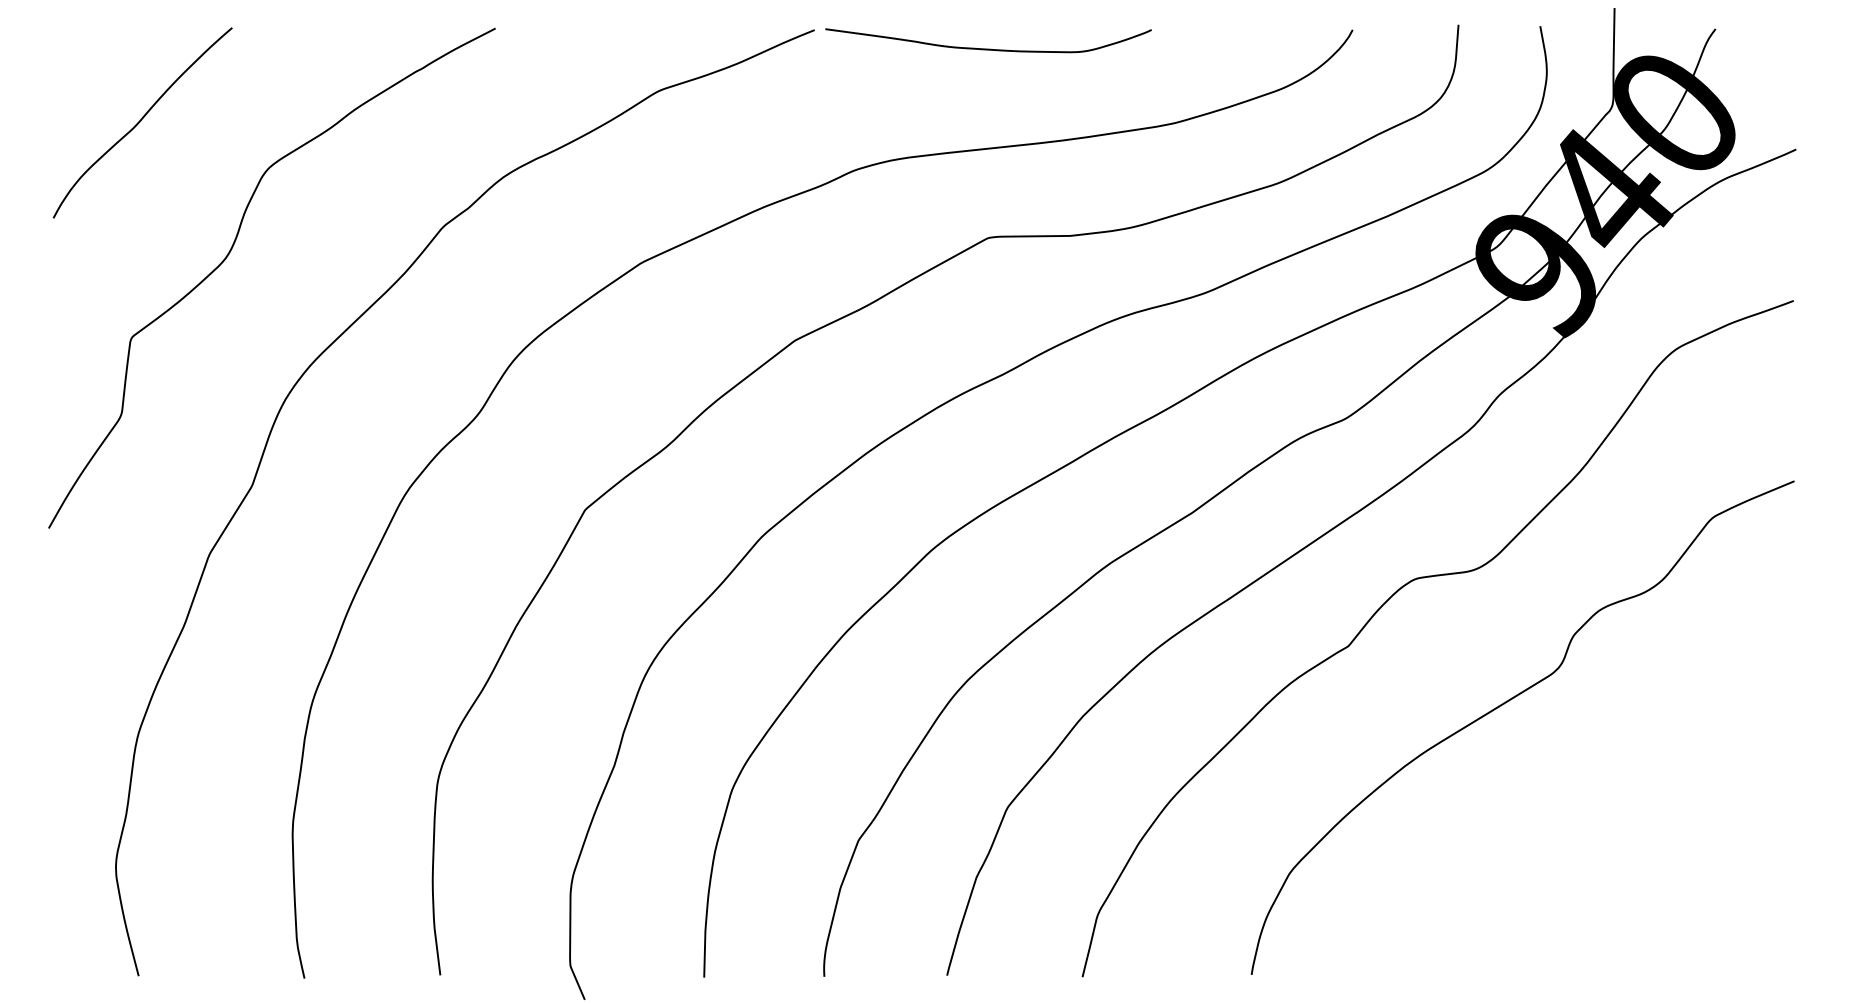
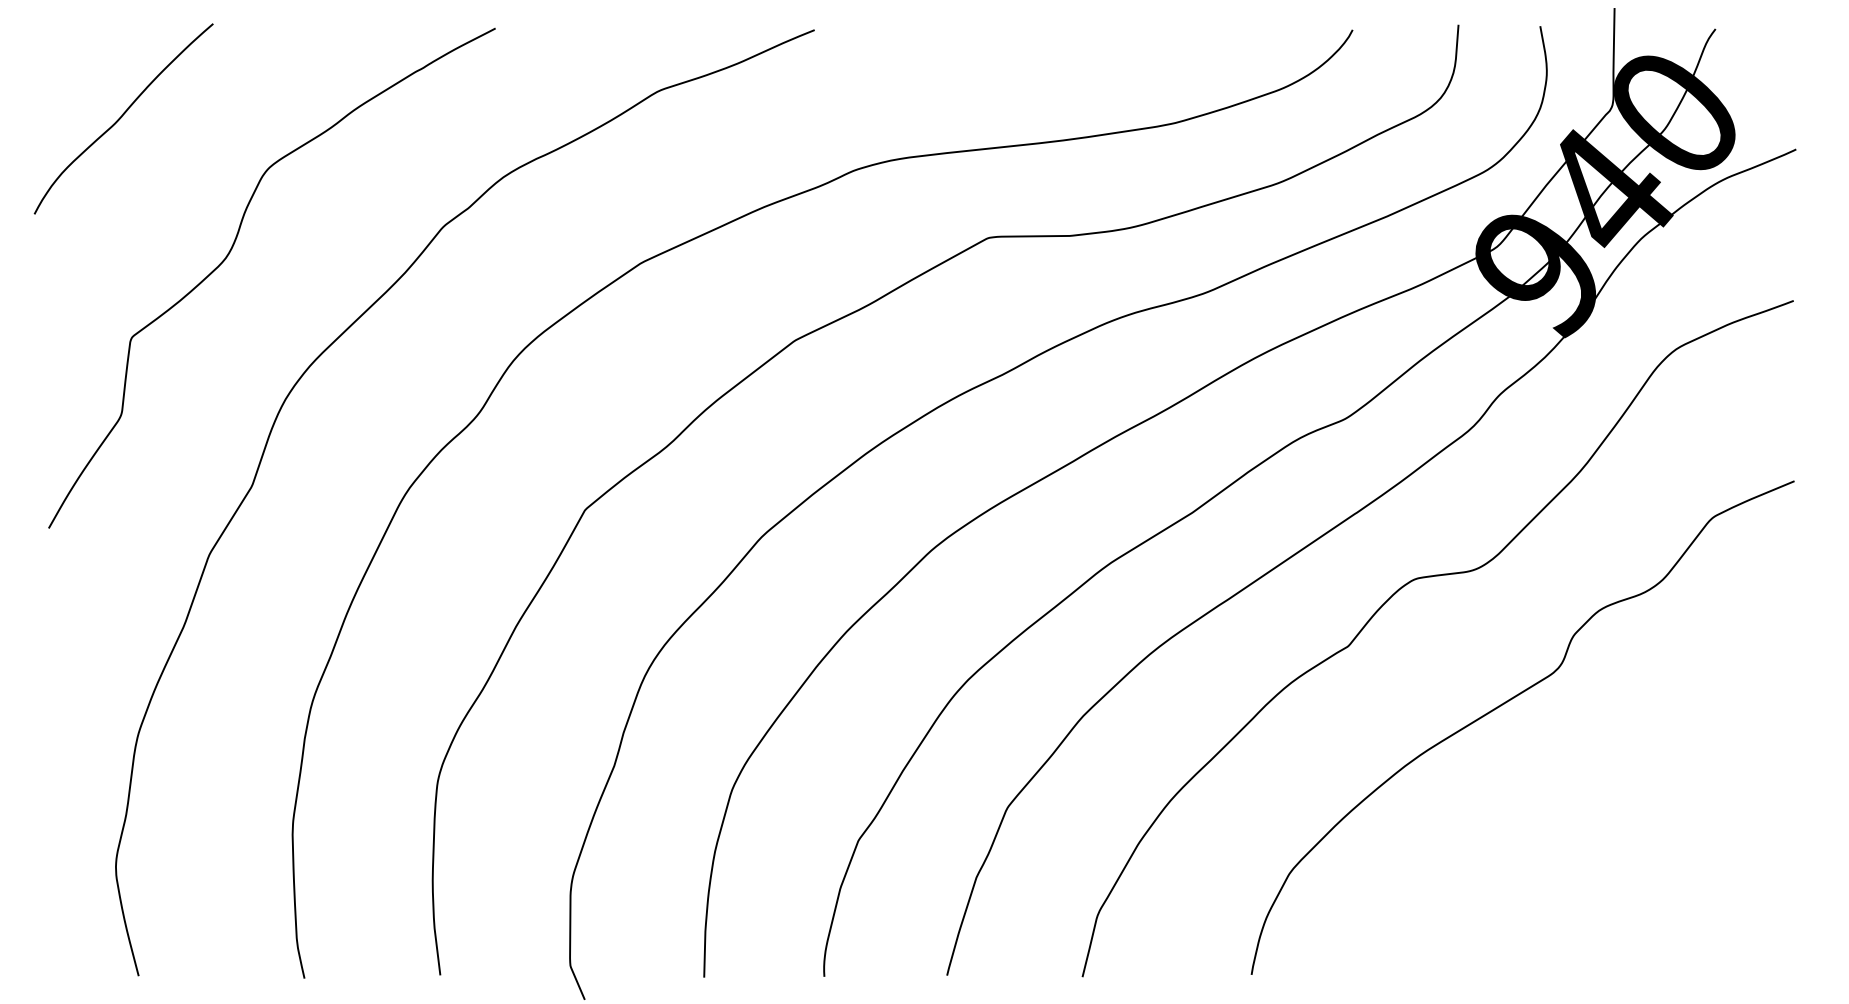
curve at (988, 48): present -> none
curve at (141, 121) position: (141, 121) -> (122, 117)
